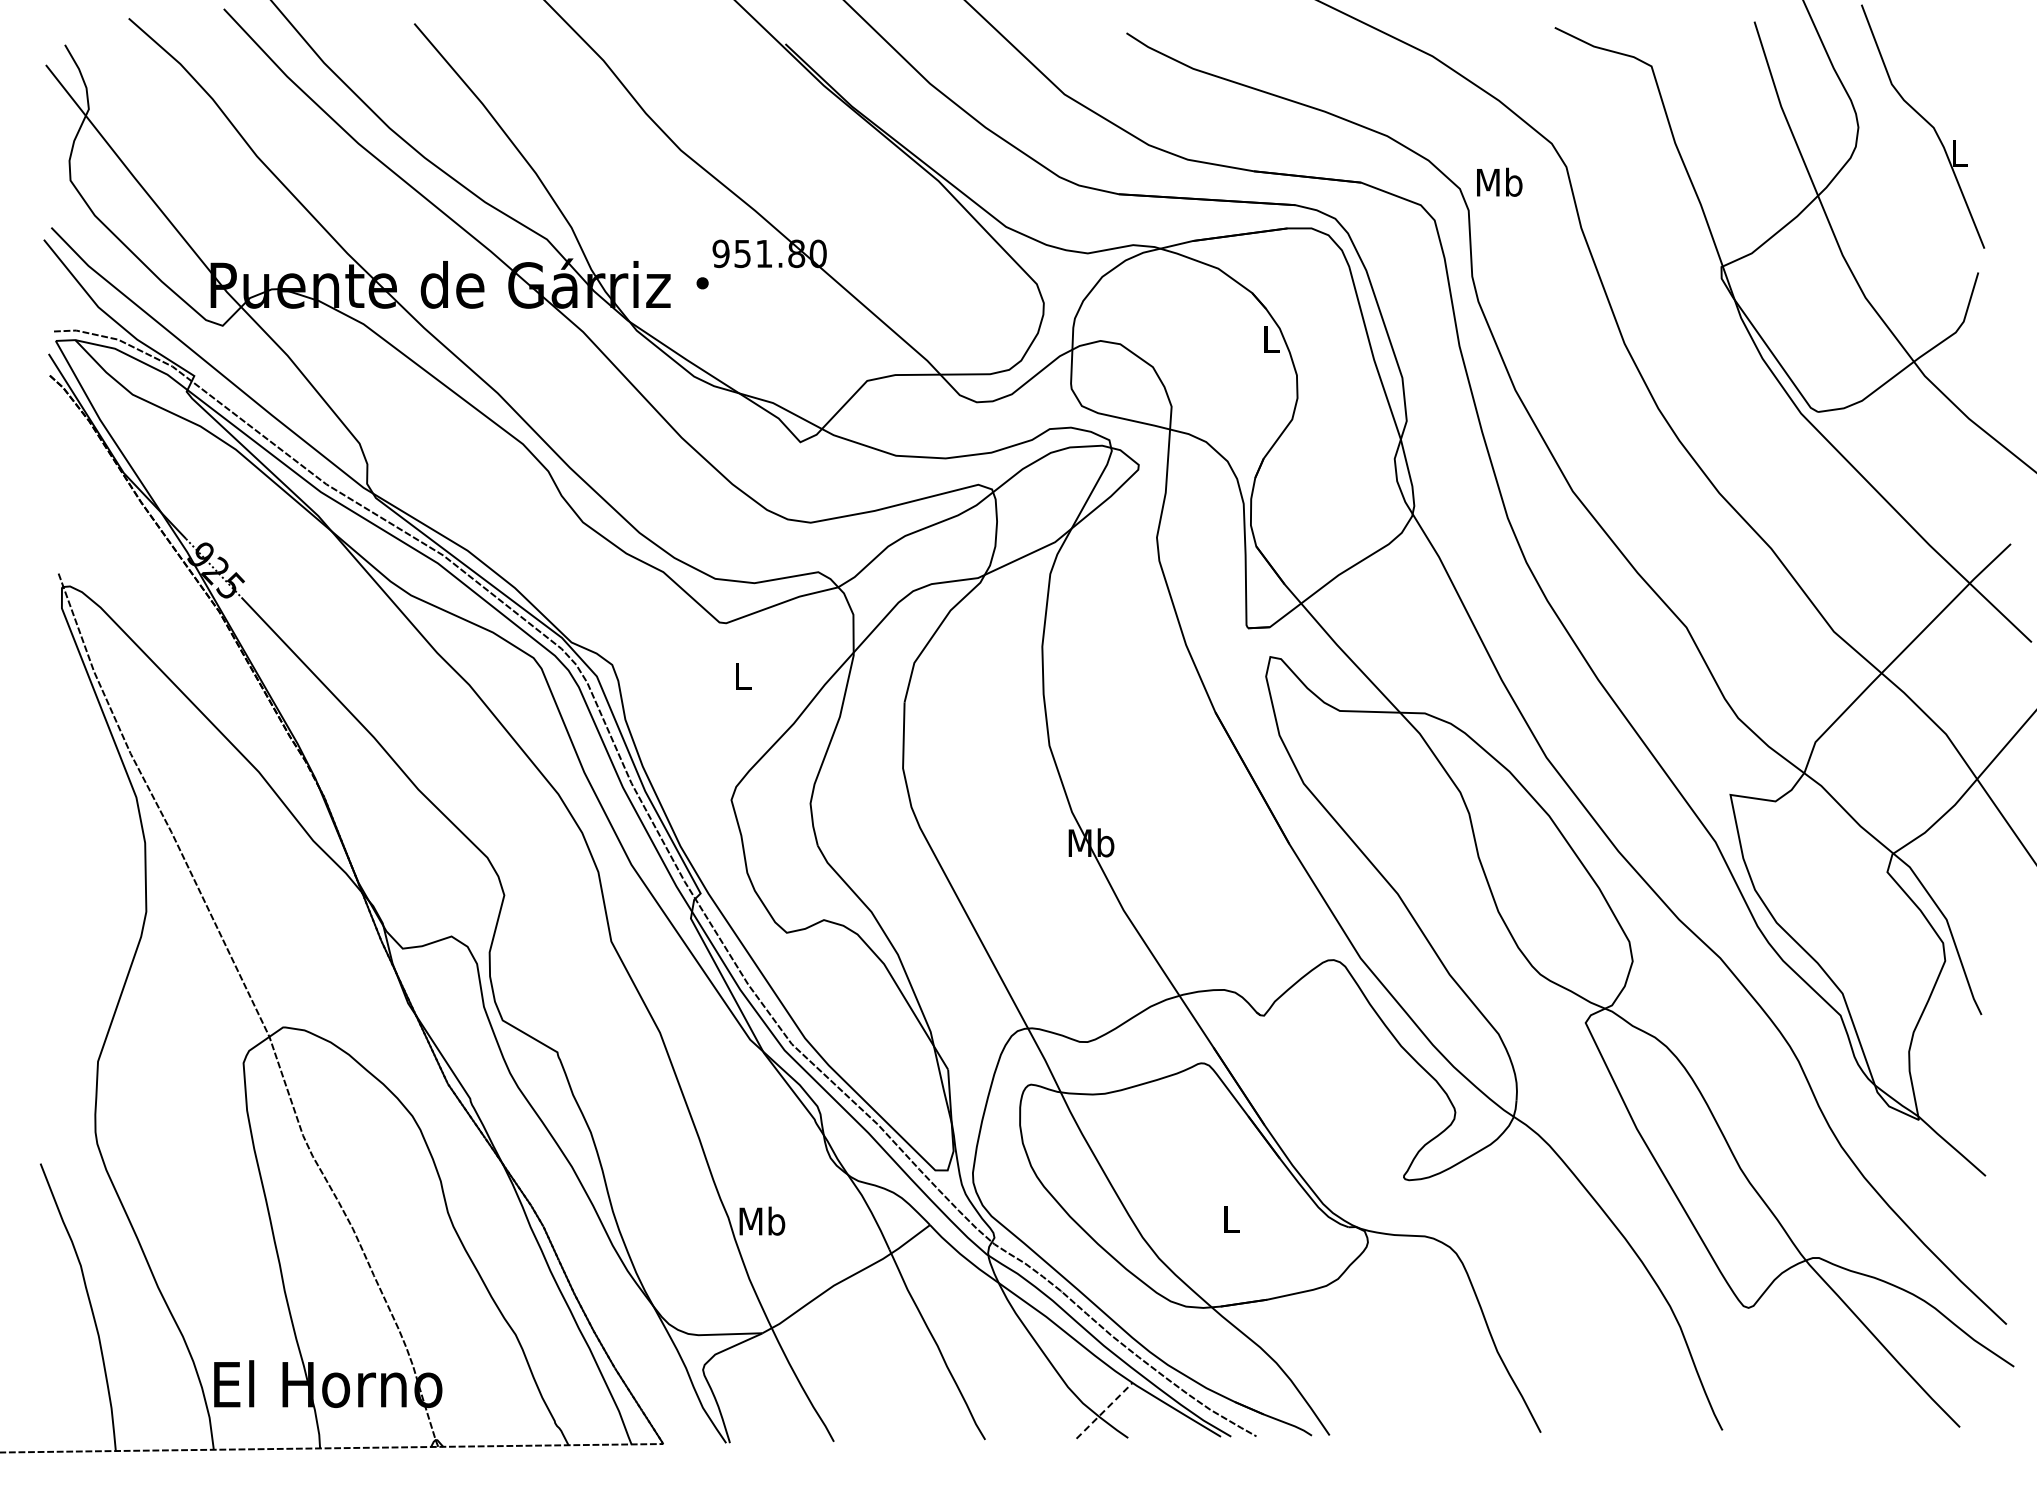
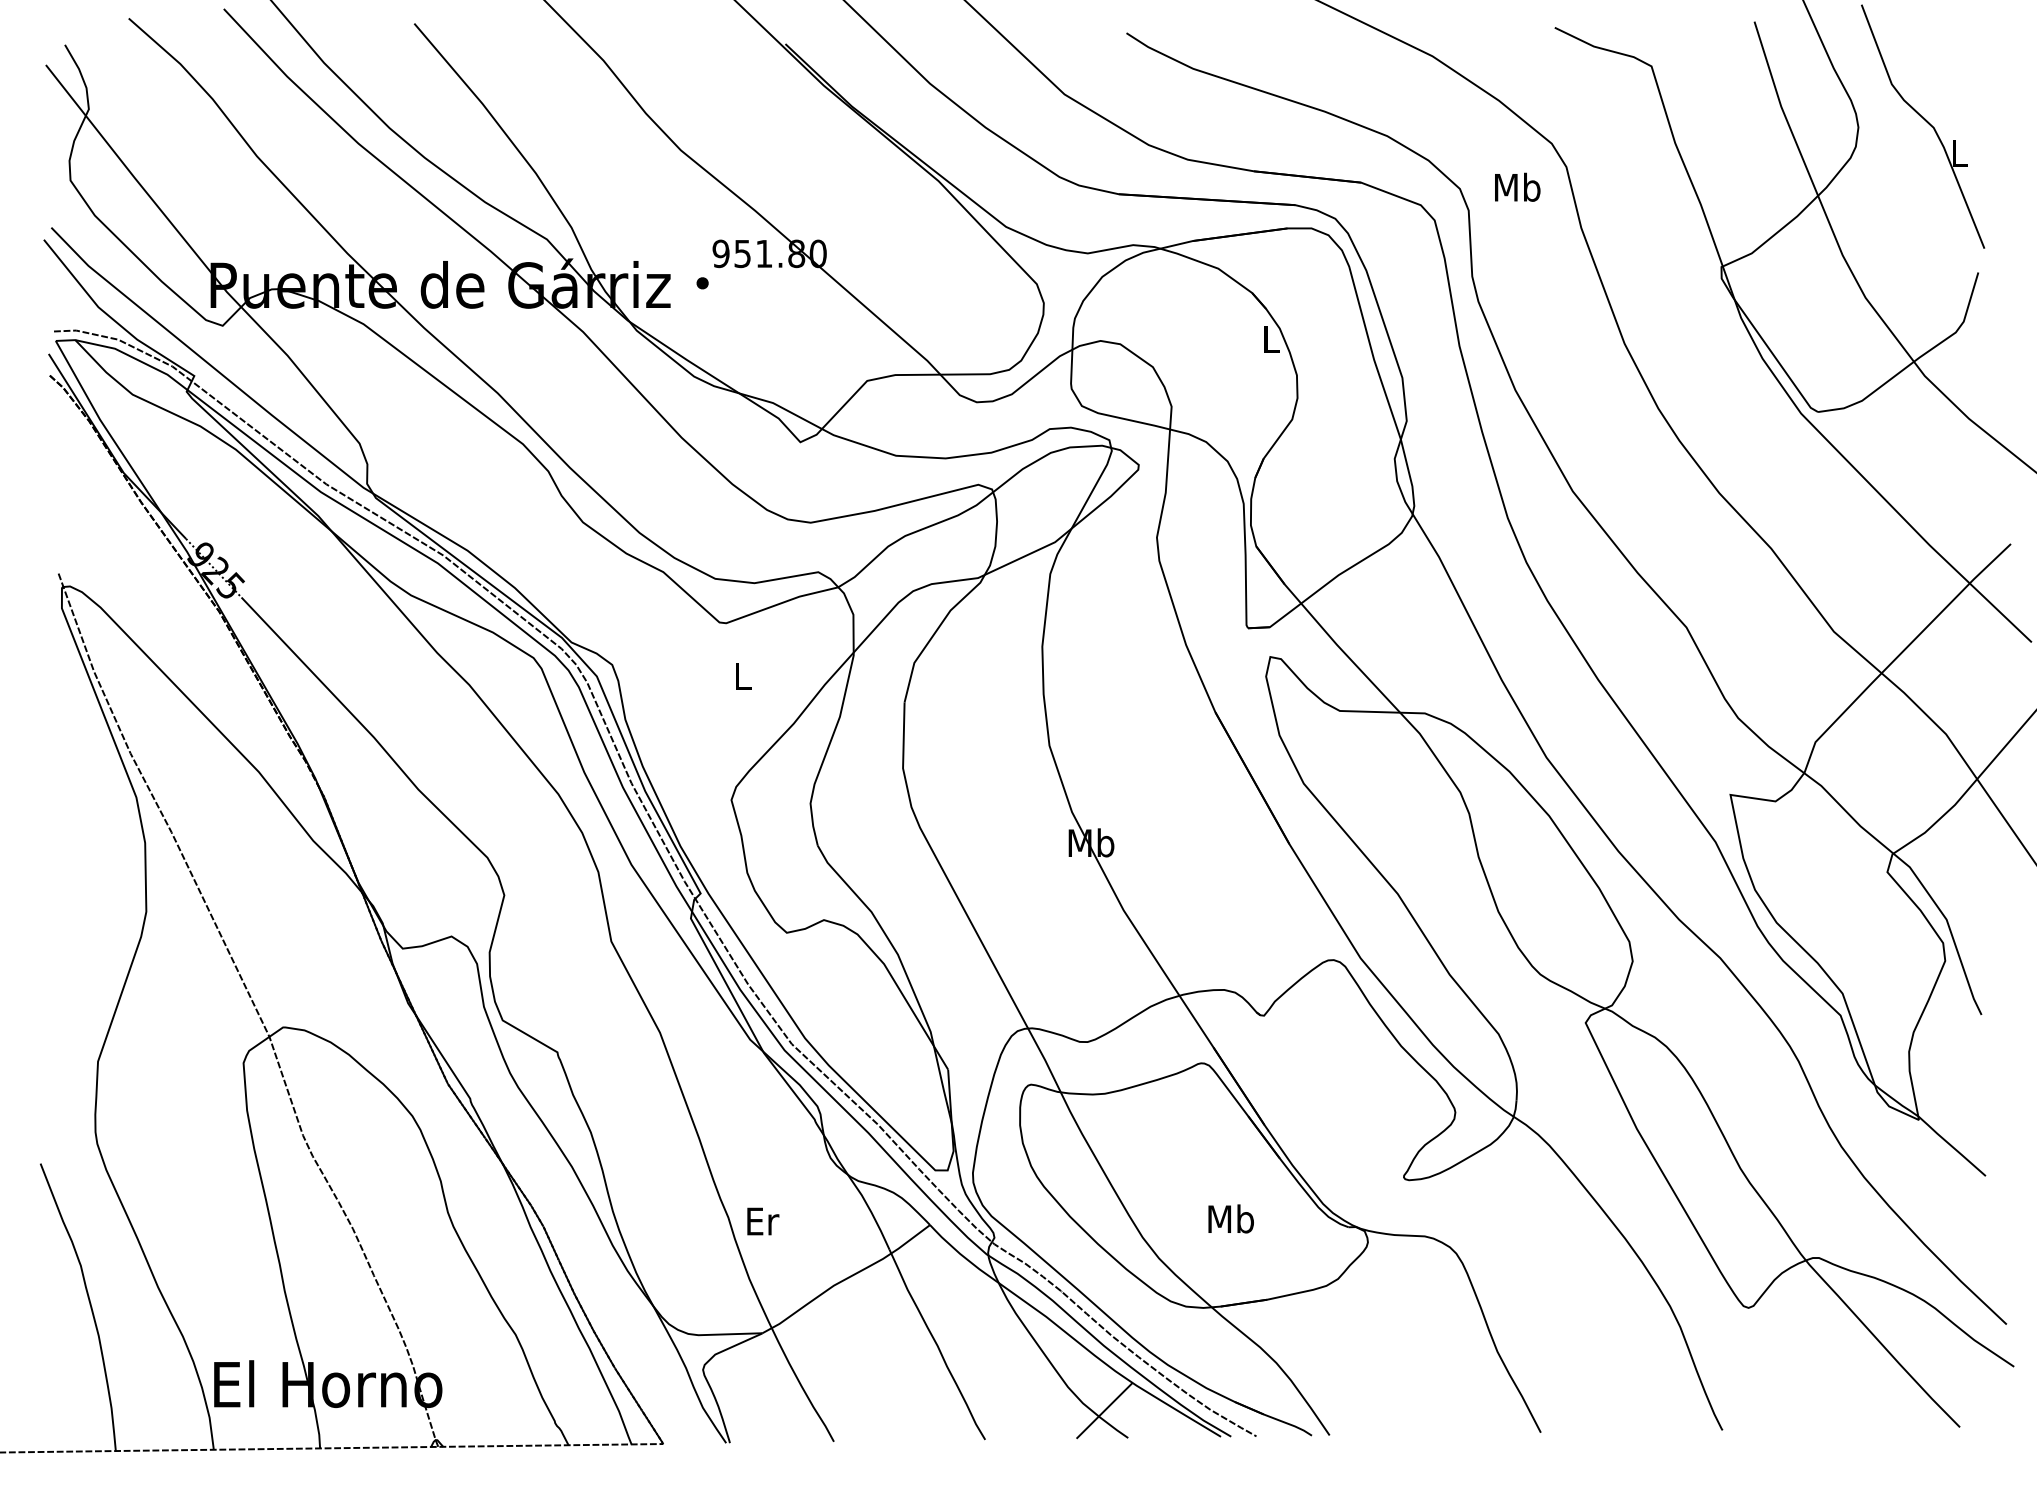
text at (1499, 181) position: (1499, 181) -> (1517, 186)
text at (1230, 1218): L -> Mb
text at (762, 1220): Mb -> Er
line at (1104, 1410): dashed -> solid
